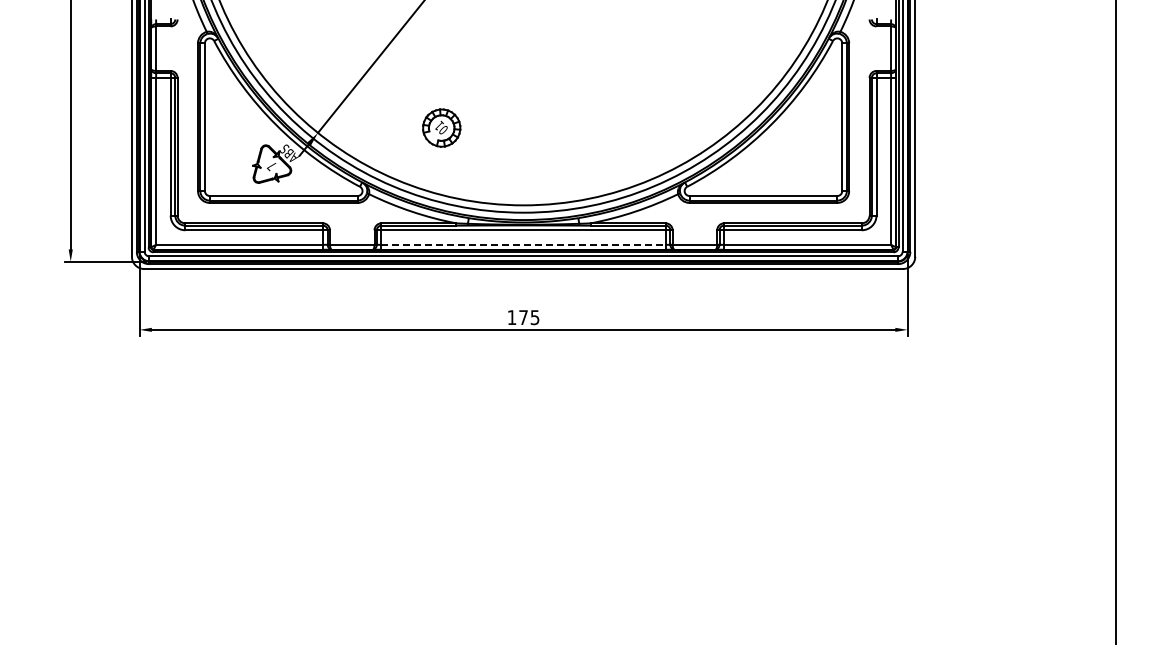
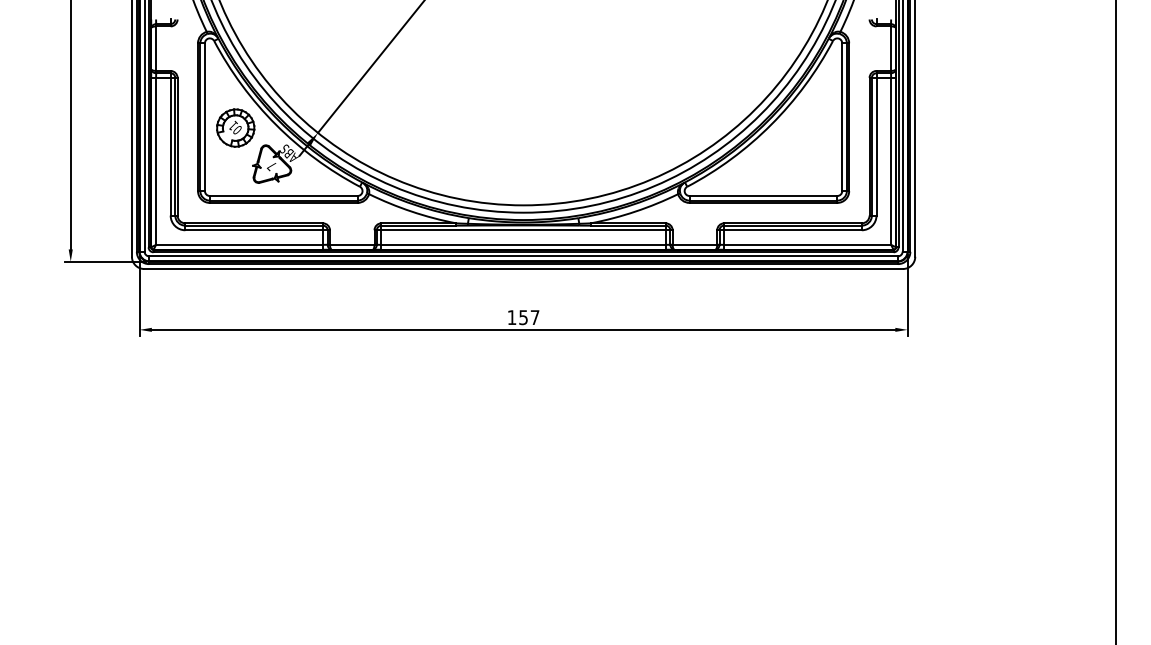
part at (441, 127) position: (441, 127) -> (235, 127)
line at (524, 244): dashed -> solid
text at (529, 317): 175 -> 157
